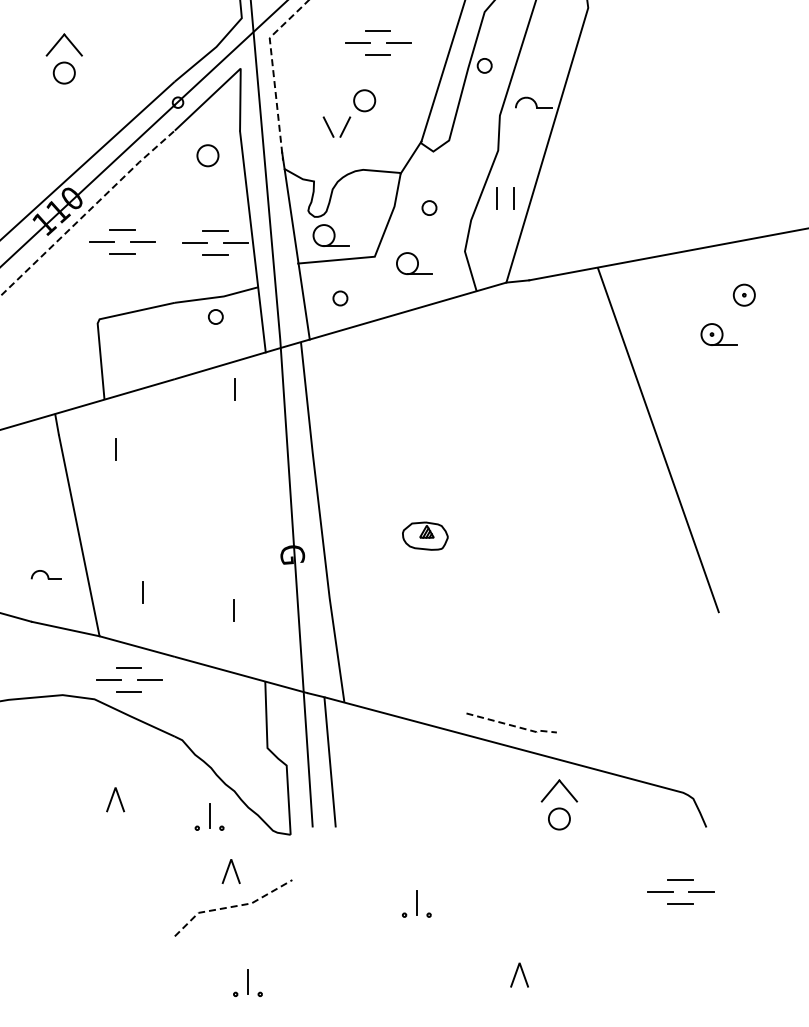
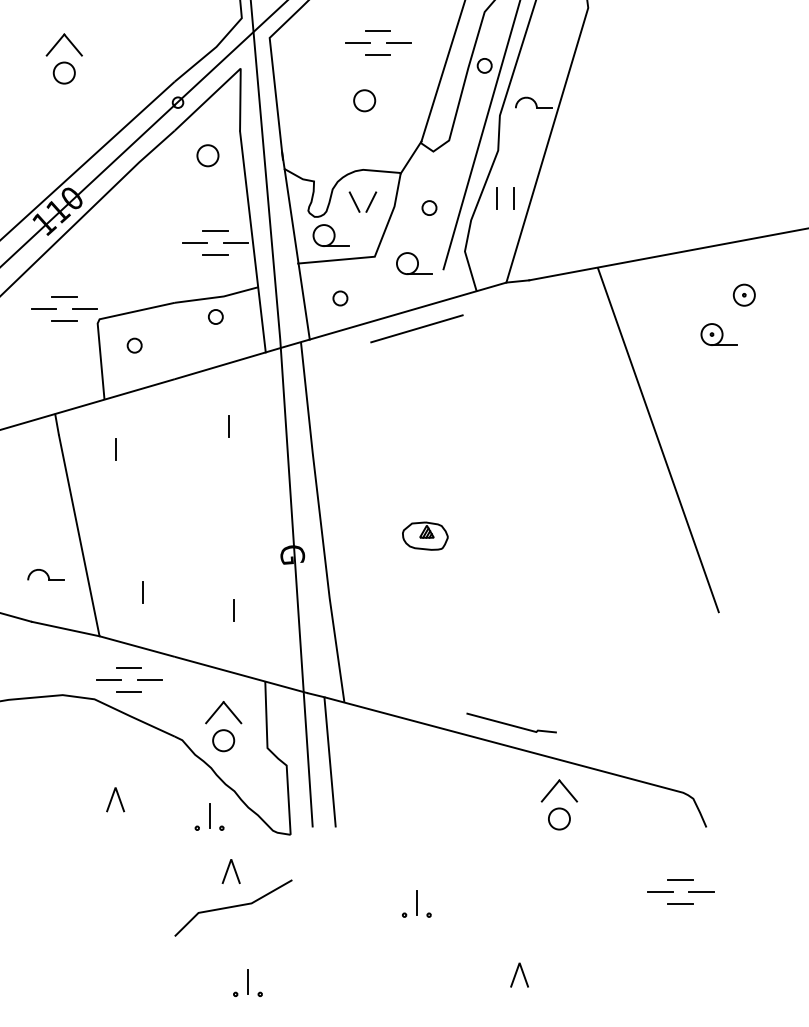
line at (273, 71): dashed -> solid
part at (330, 128) position: (330, 128) -> (356, 203)
line at (481, 135): none -> present
line at (87, 212): dashed -> solid
part at (114, 241) position: (114, 241) -> (56, 308)
line at (416, 328): none -> present
part at (134, 345): none -> present
line at (234, 389) position: (234, 389) -> (228, 426)
part at (45, 574) size: 32x10 px -> 38x12 px
line at (513, 725): dashed -> solid
part at (223, 726): none -> present
line at (231, 906): dashed -> solid
